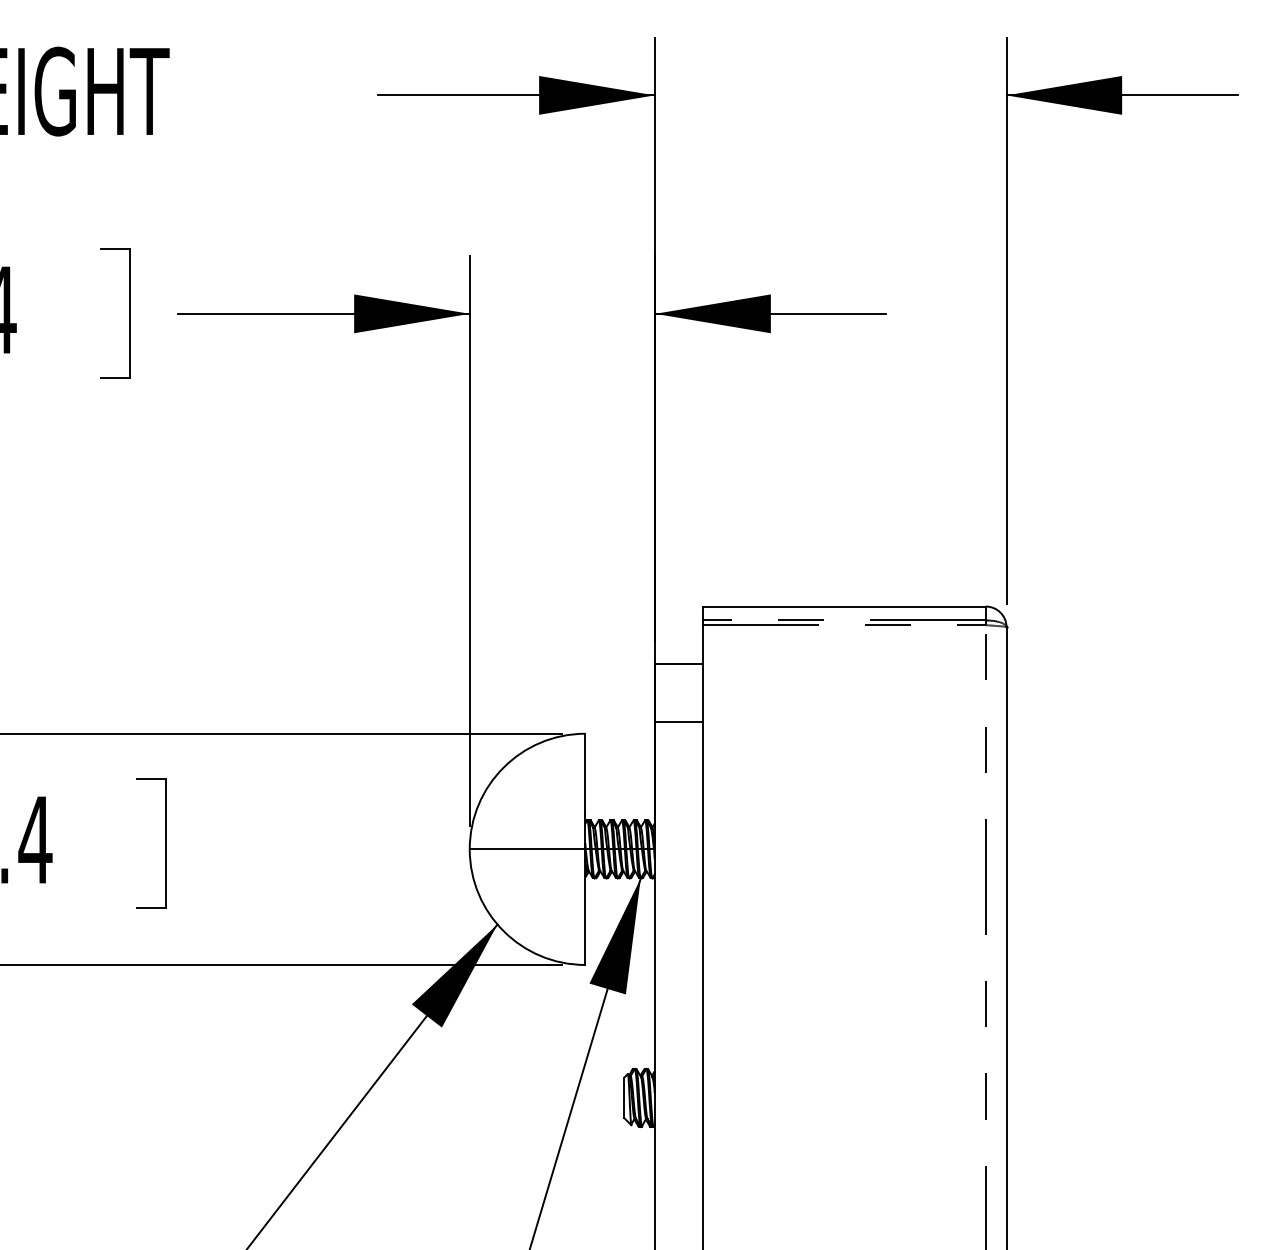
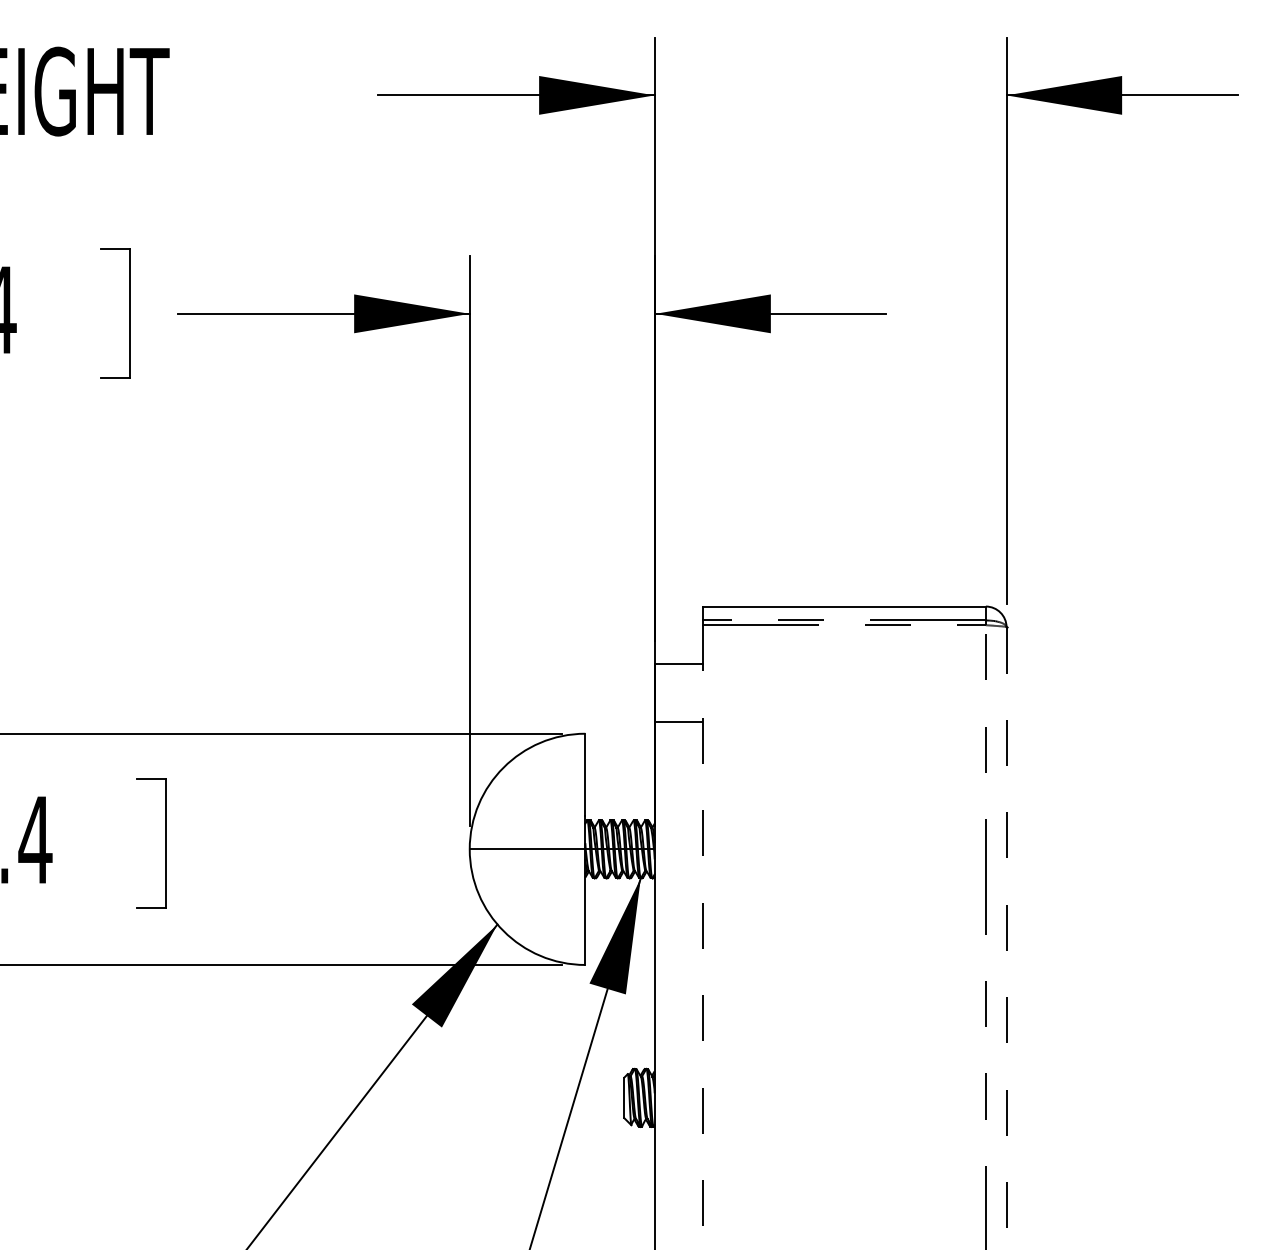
line at (703, 937): solid -> dashed
line at (1006, 938): solid -> dashed
